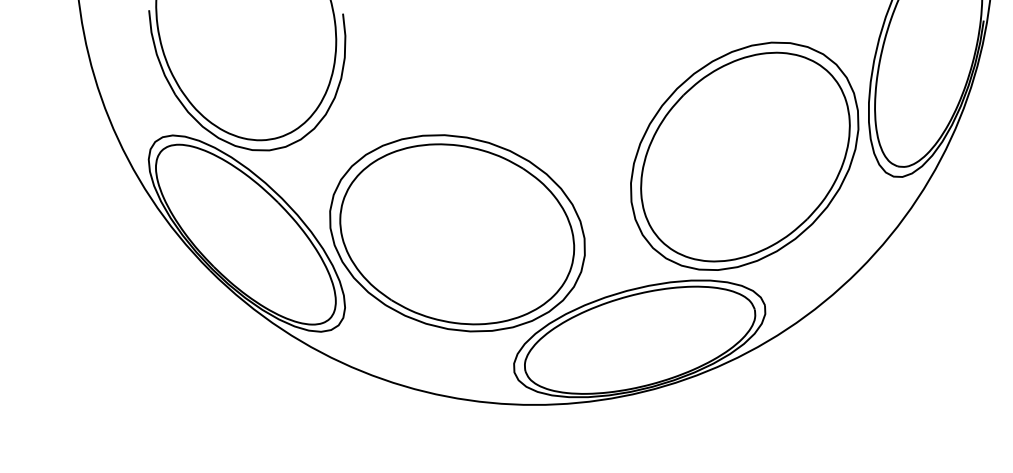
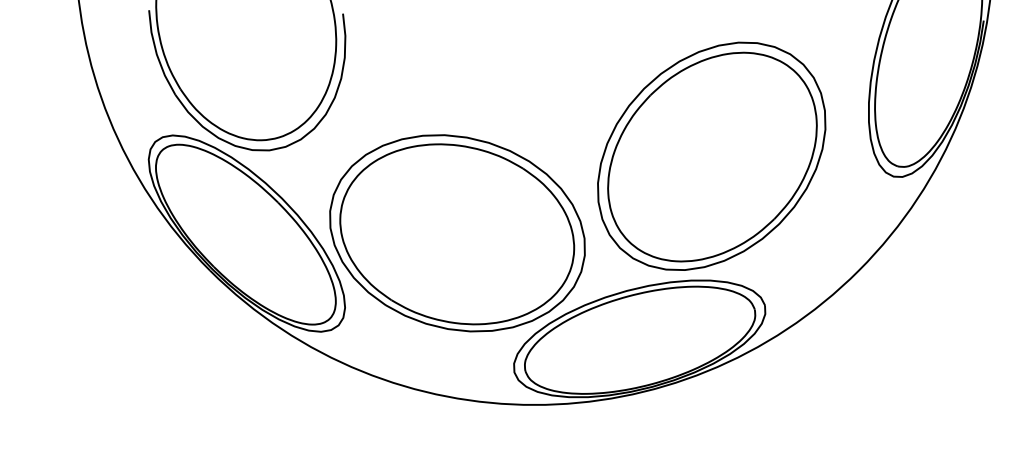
part at (744, 155) position: (744, 155) -> (711, 155)
